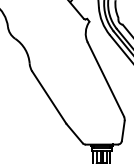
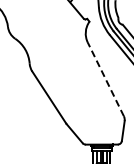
line at (105, 79): solid -> dashed
